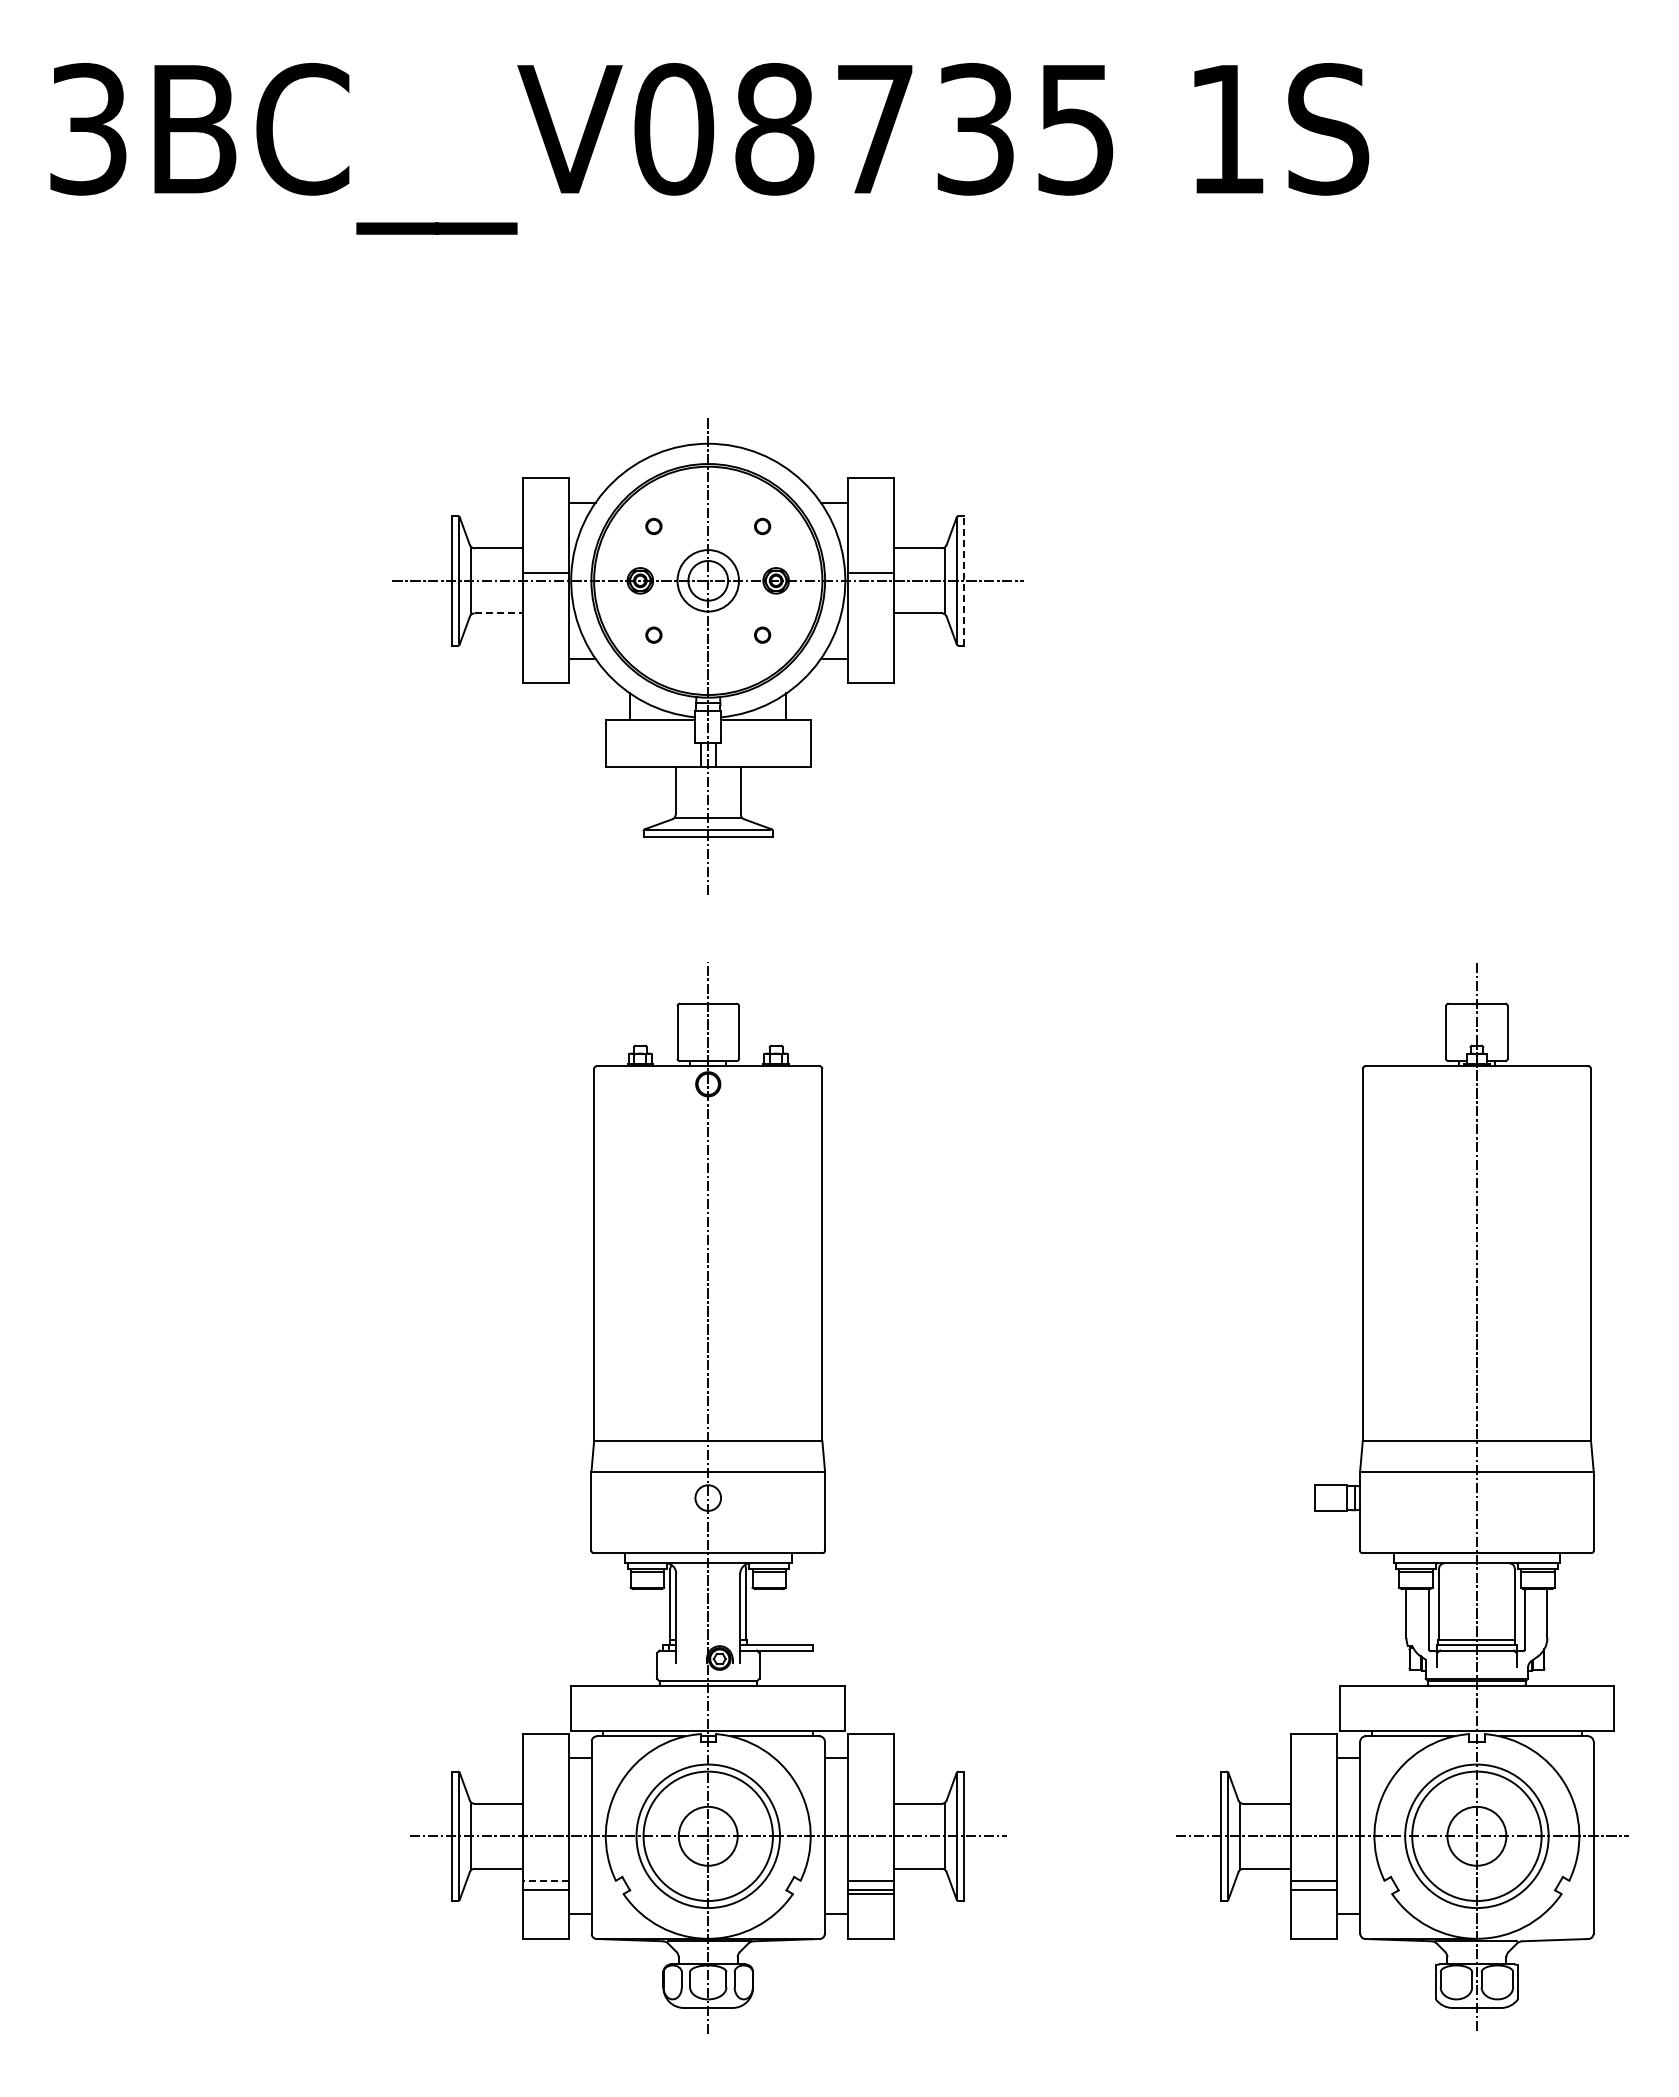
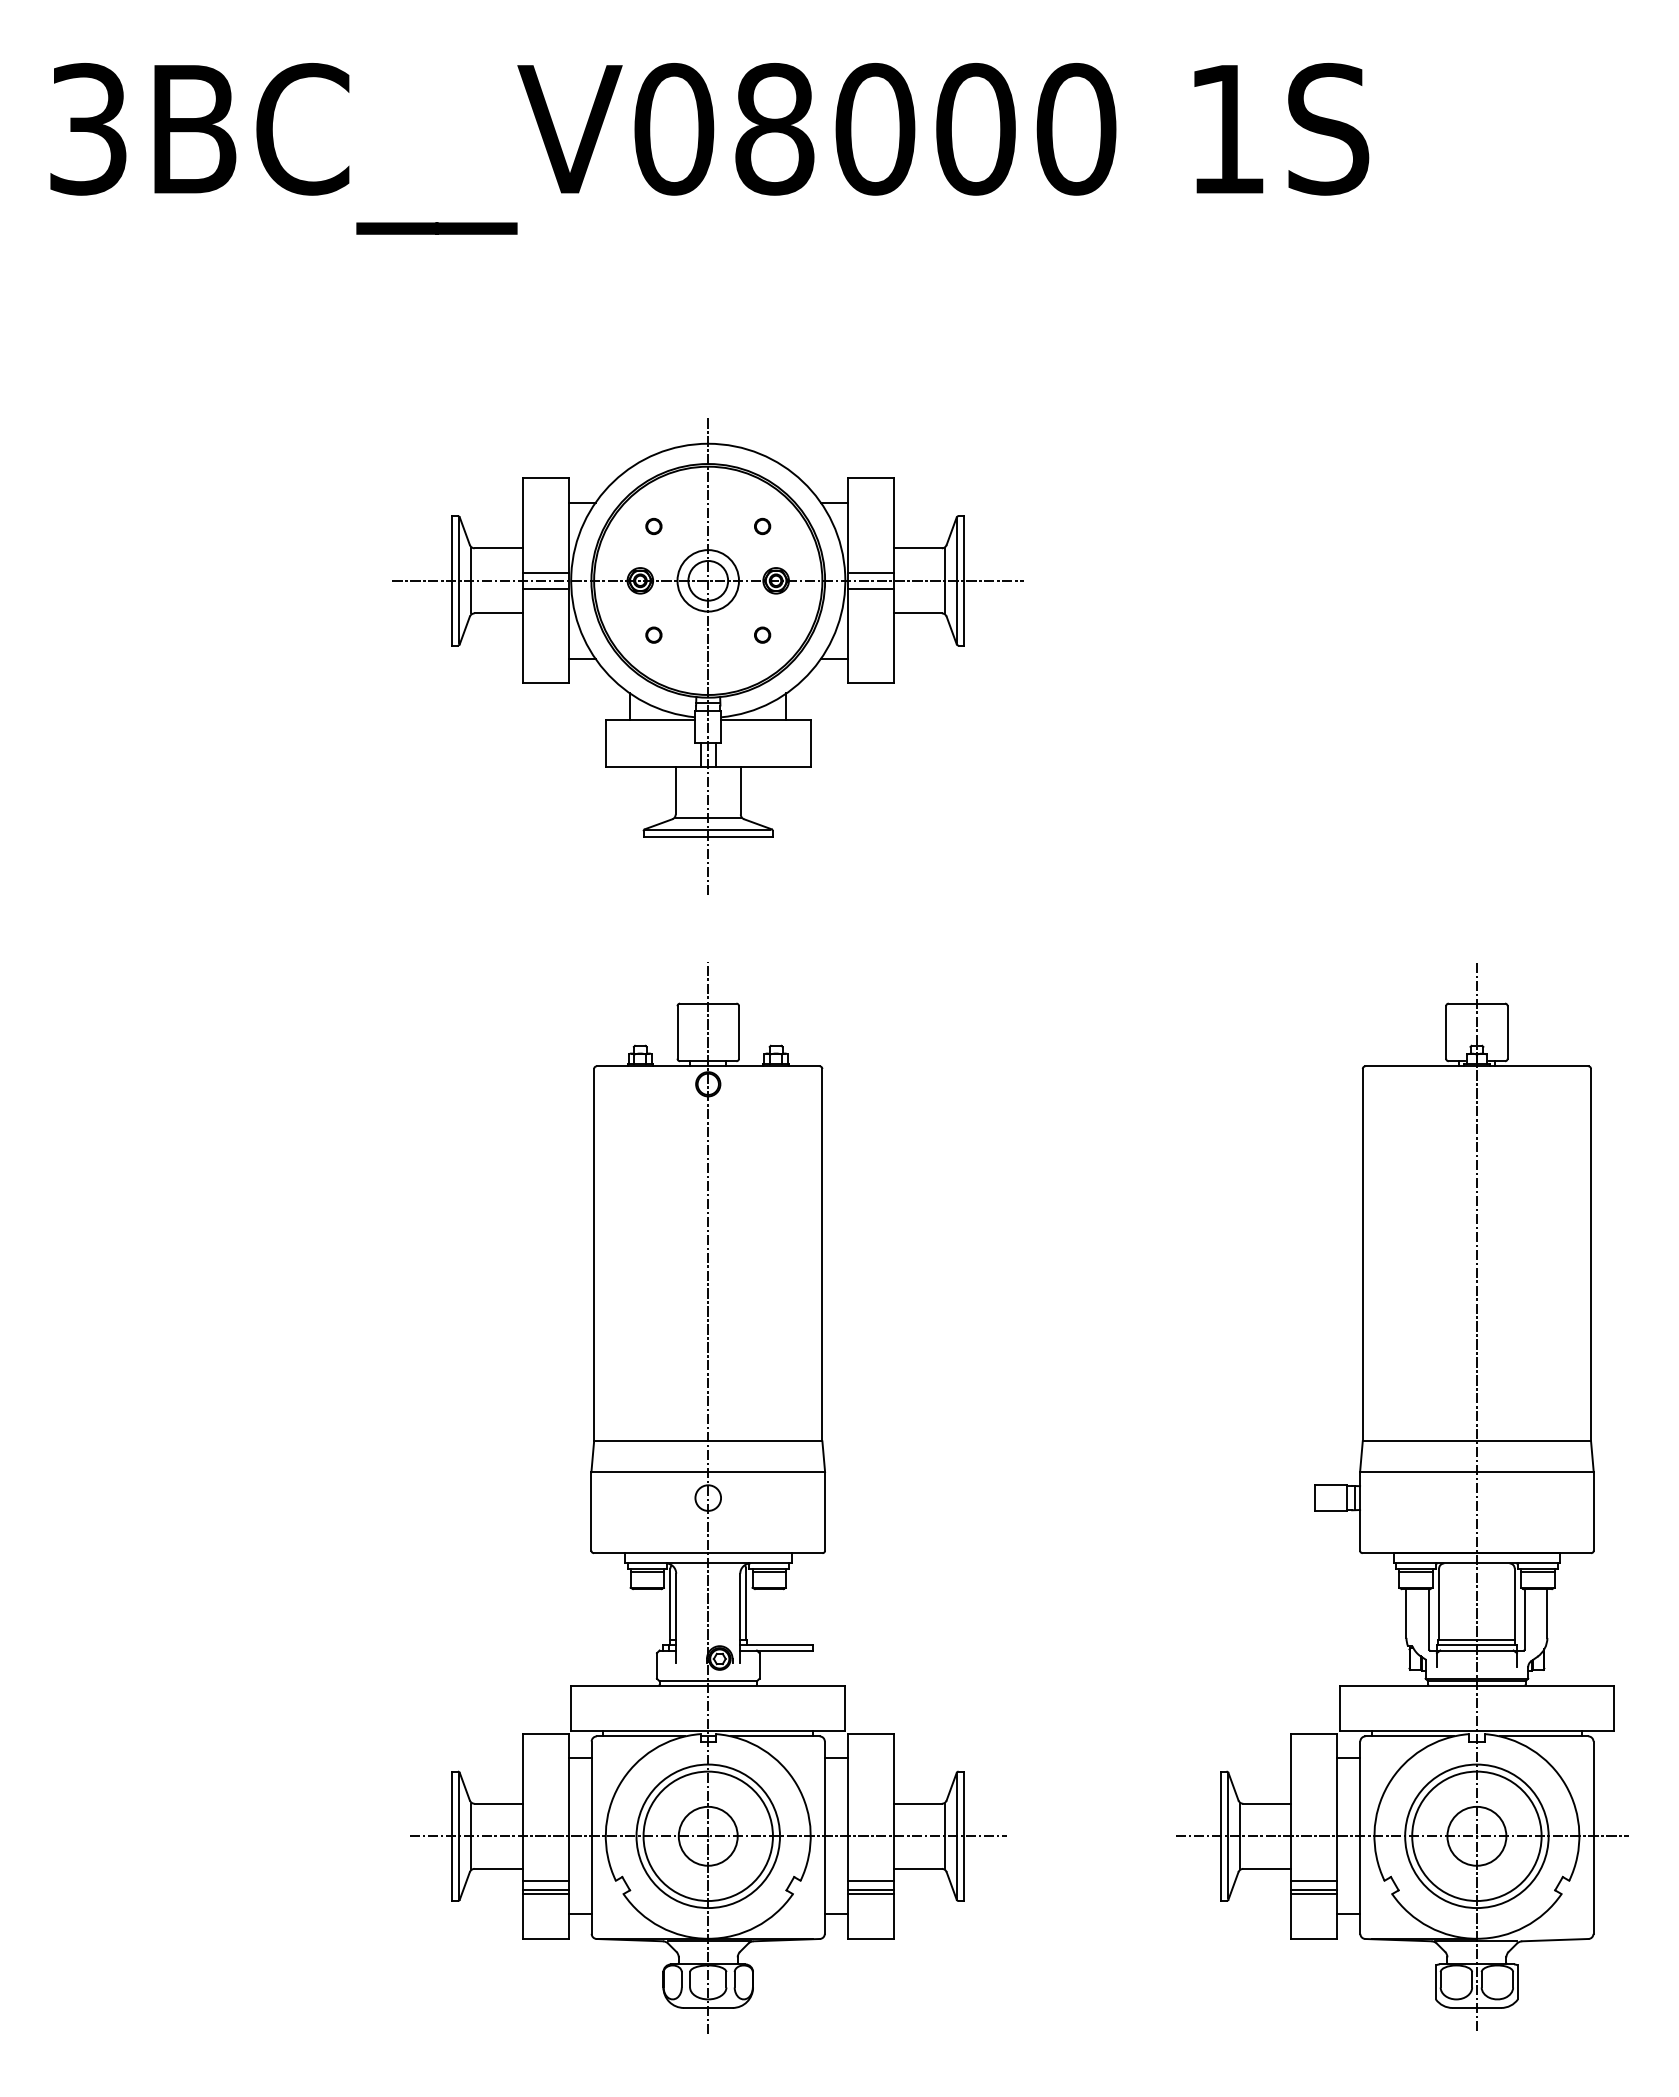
text at (975, 129): 3BC__V08735 -> 3BC__V08000
line at (964, 580): dashed -> solid
line at (545, 588): none -> present
line at (870, 588): none -> present
line at (498, 613): dashed -> solid
line at (545, 1880): dashed -> solid
line at (545, 1894): none -> present
line at (1314, 1894): none -> present
